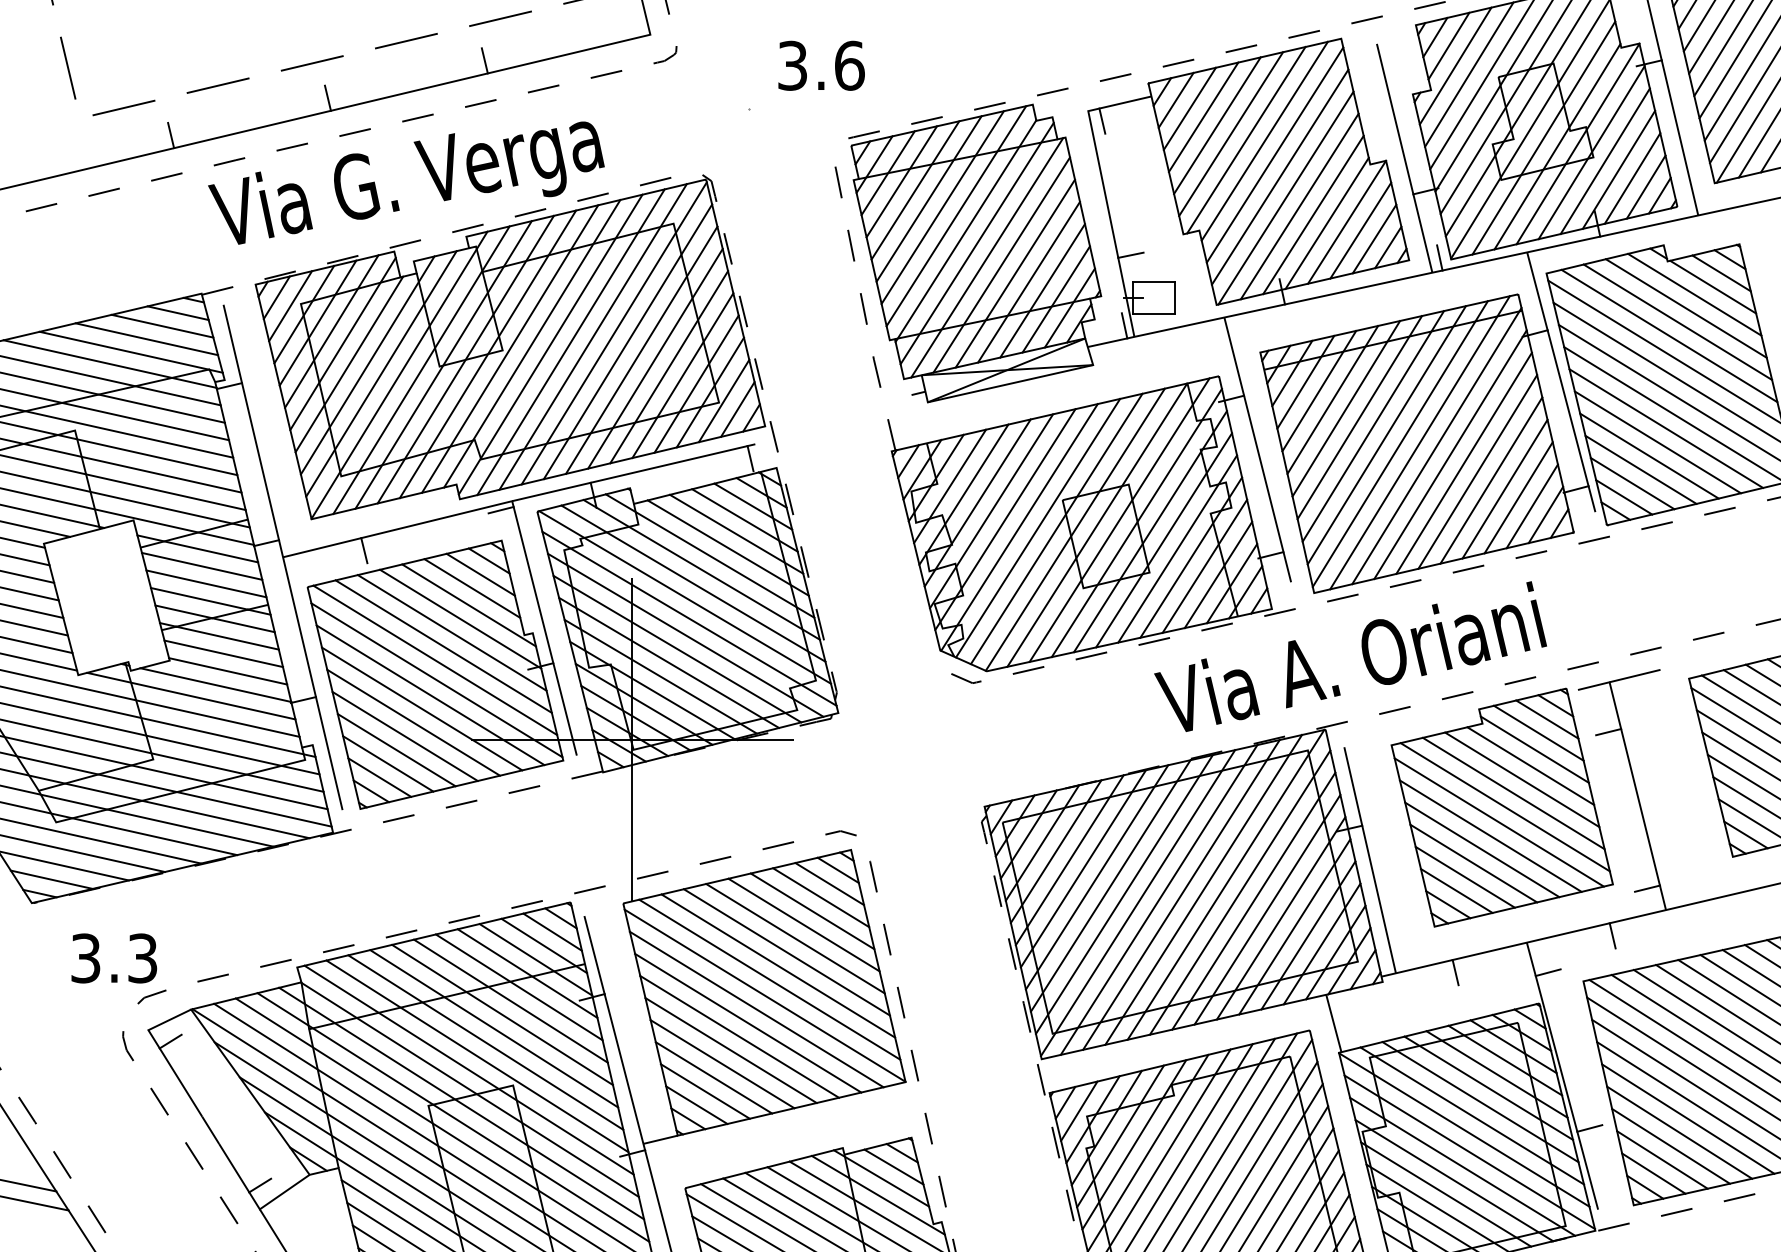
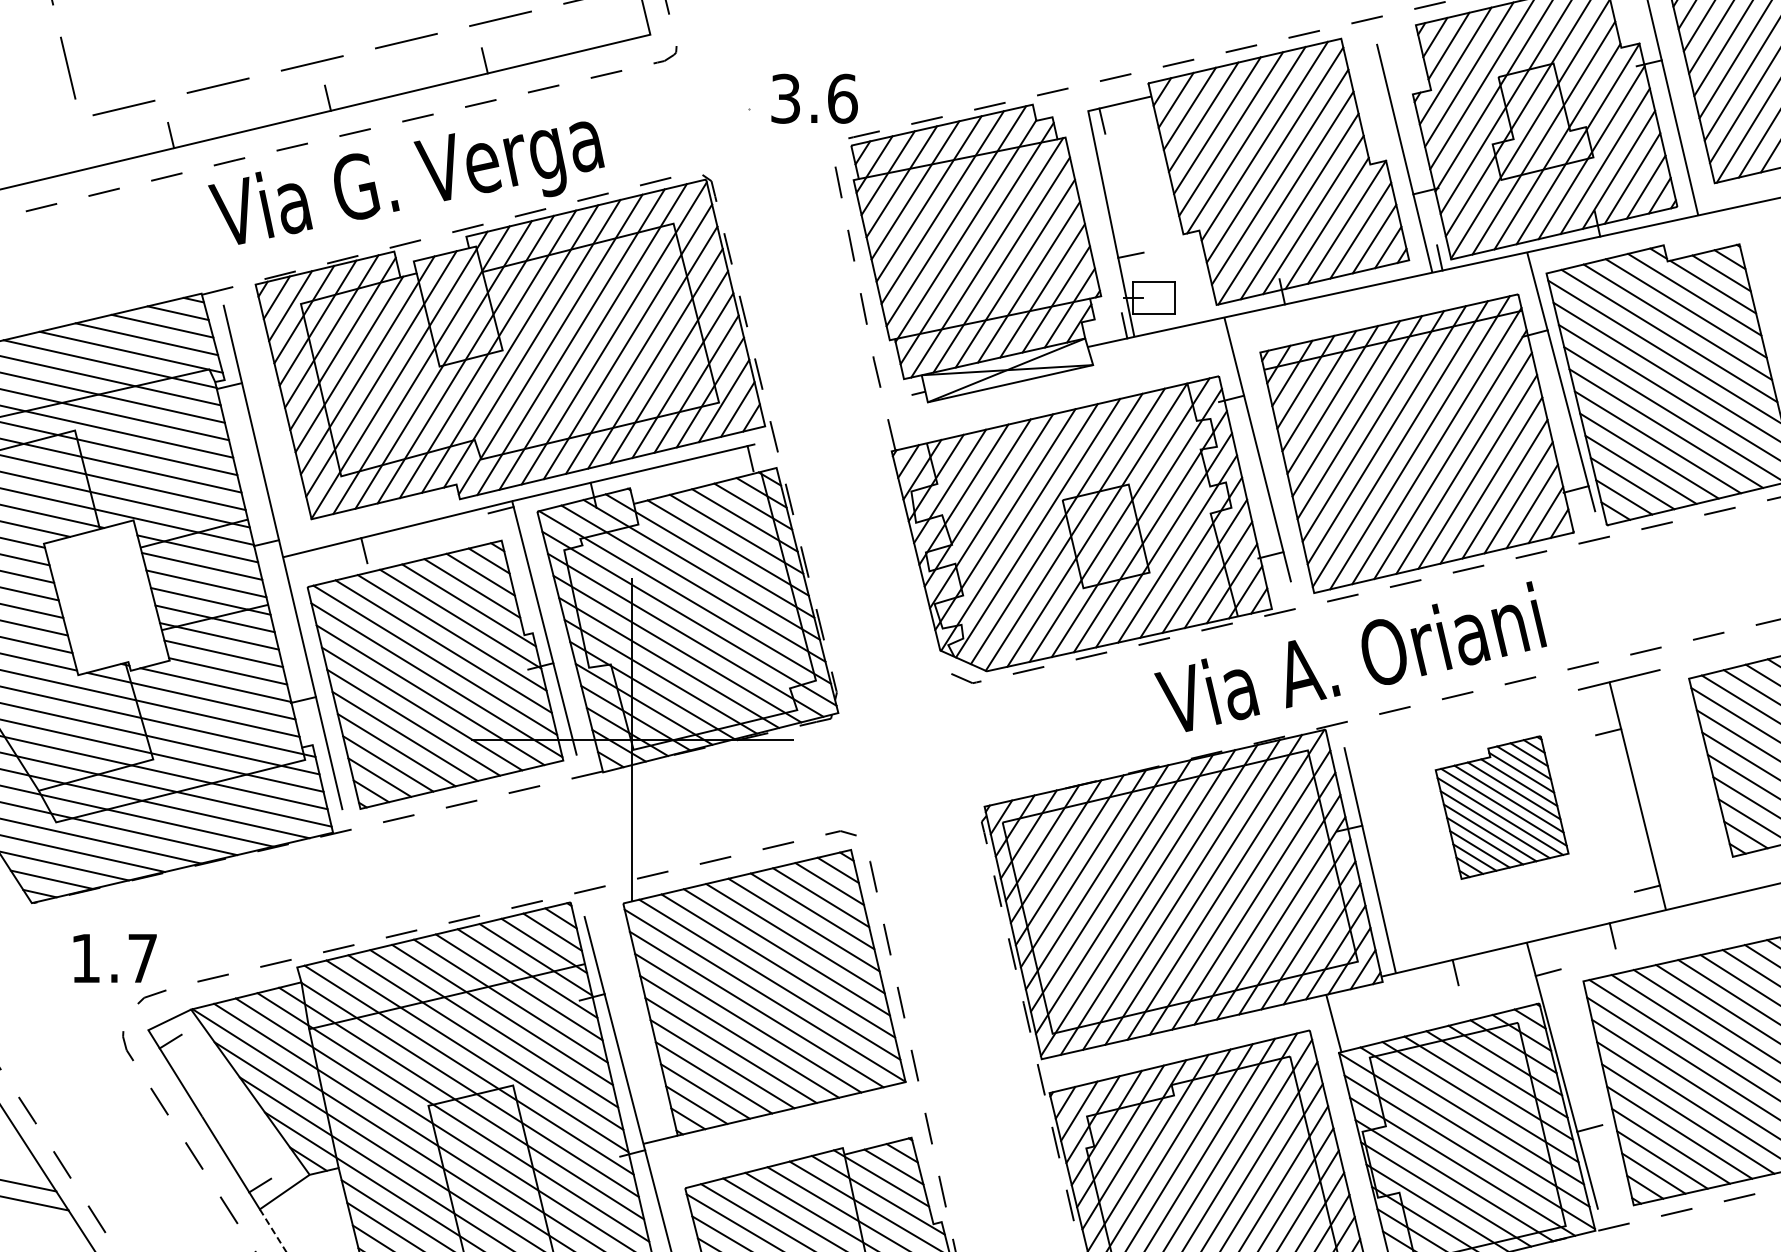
text at (821, 65) position: (821, 65) -> (814, 98)
part at (1501, 807) size: 224x241 px -> 136x145 px
text at (114, 958): 3.3 -> 1.7
line at (273, 1230): solid -> dashed
